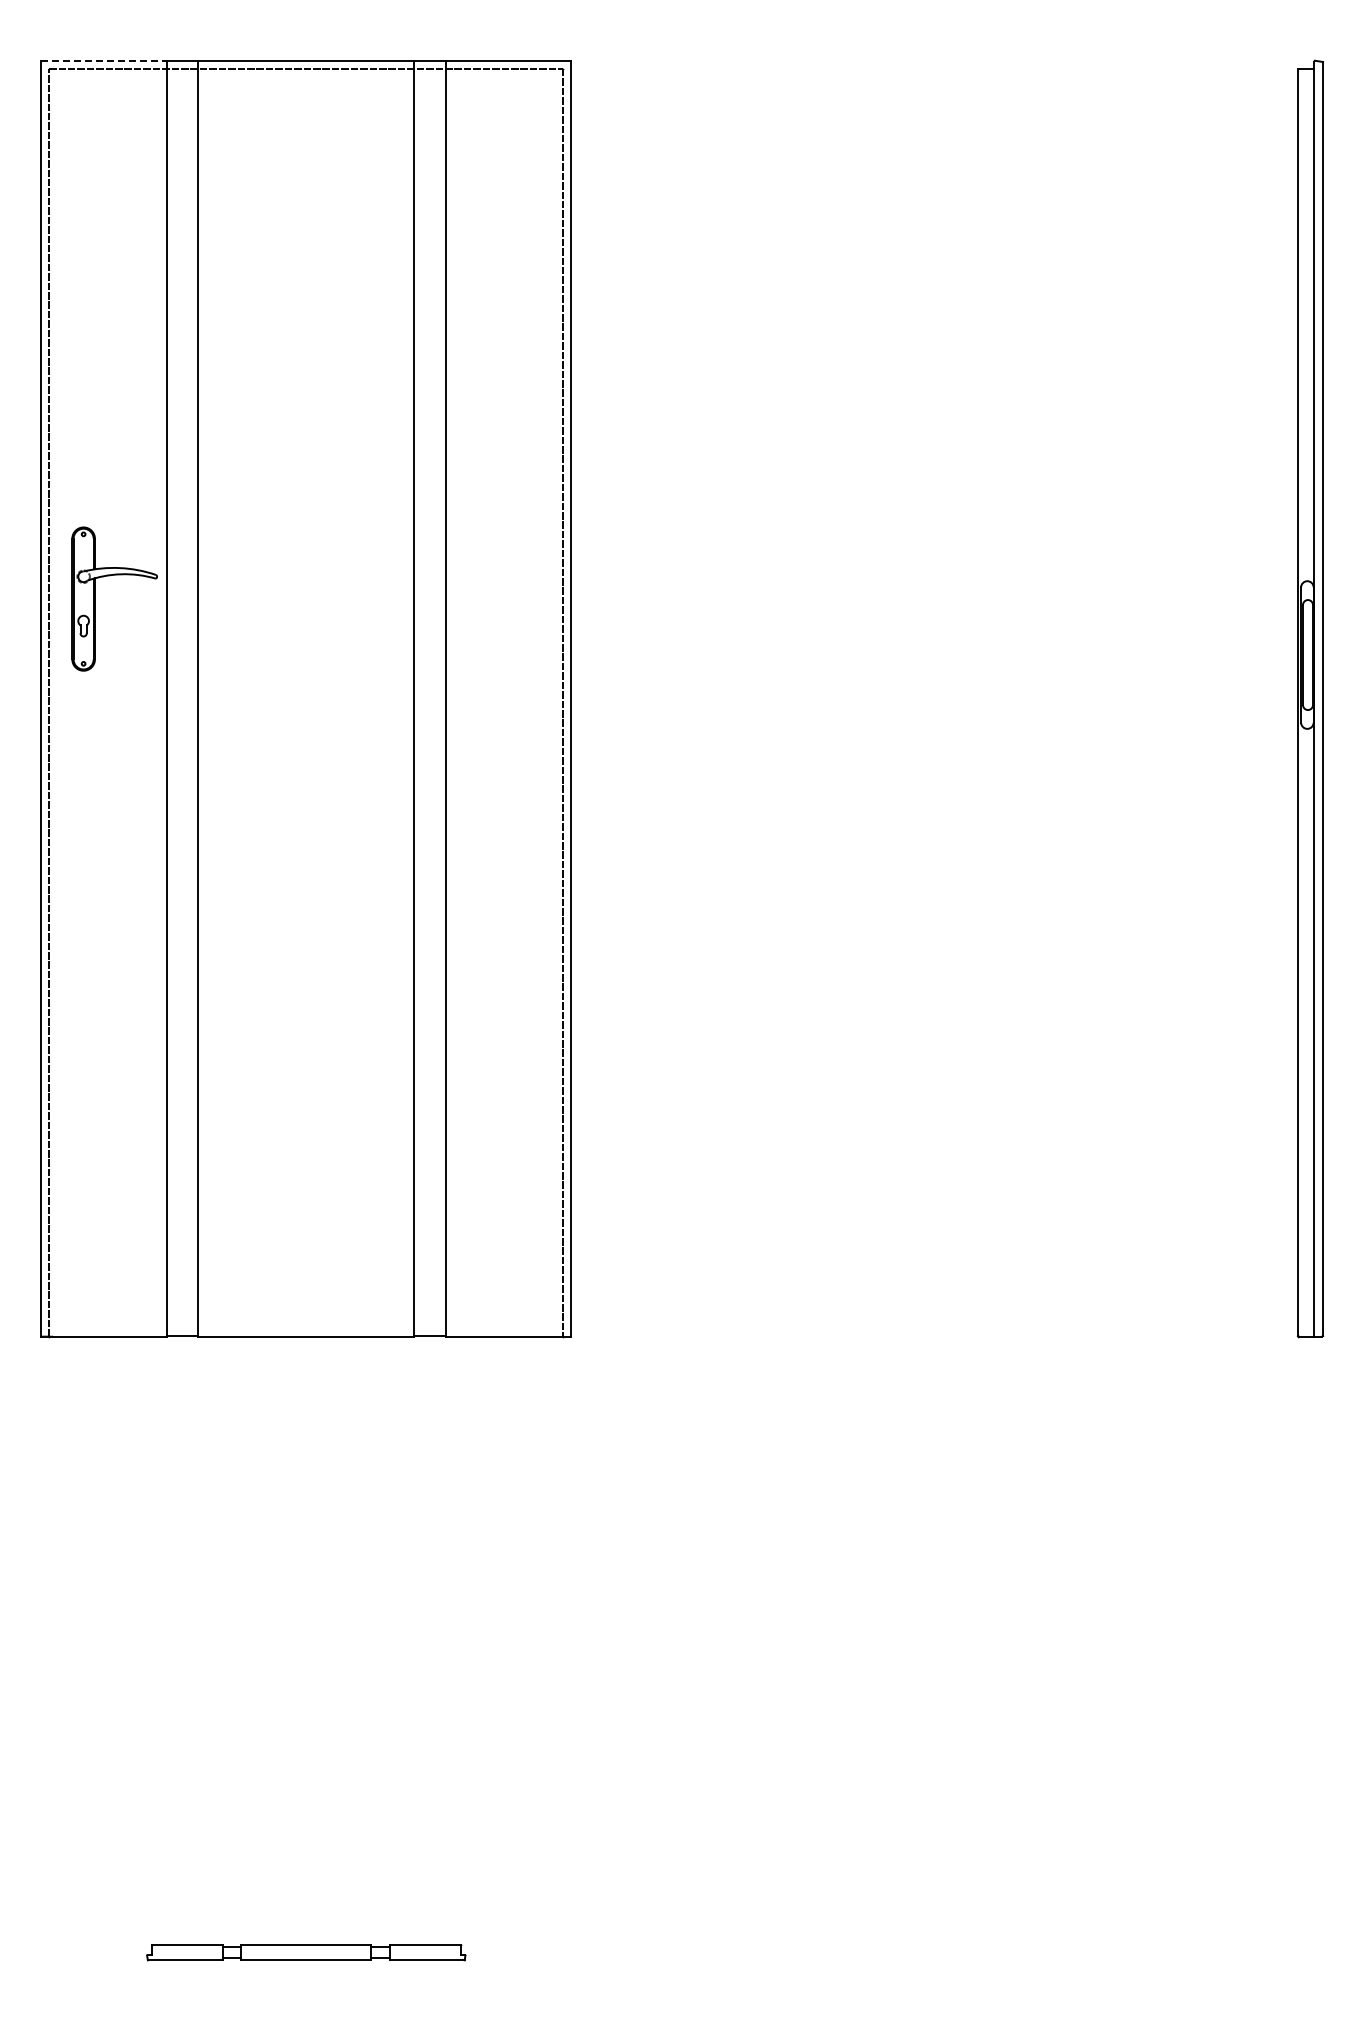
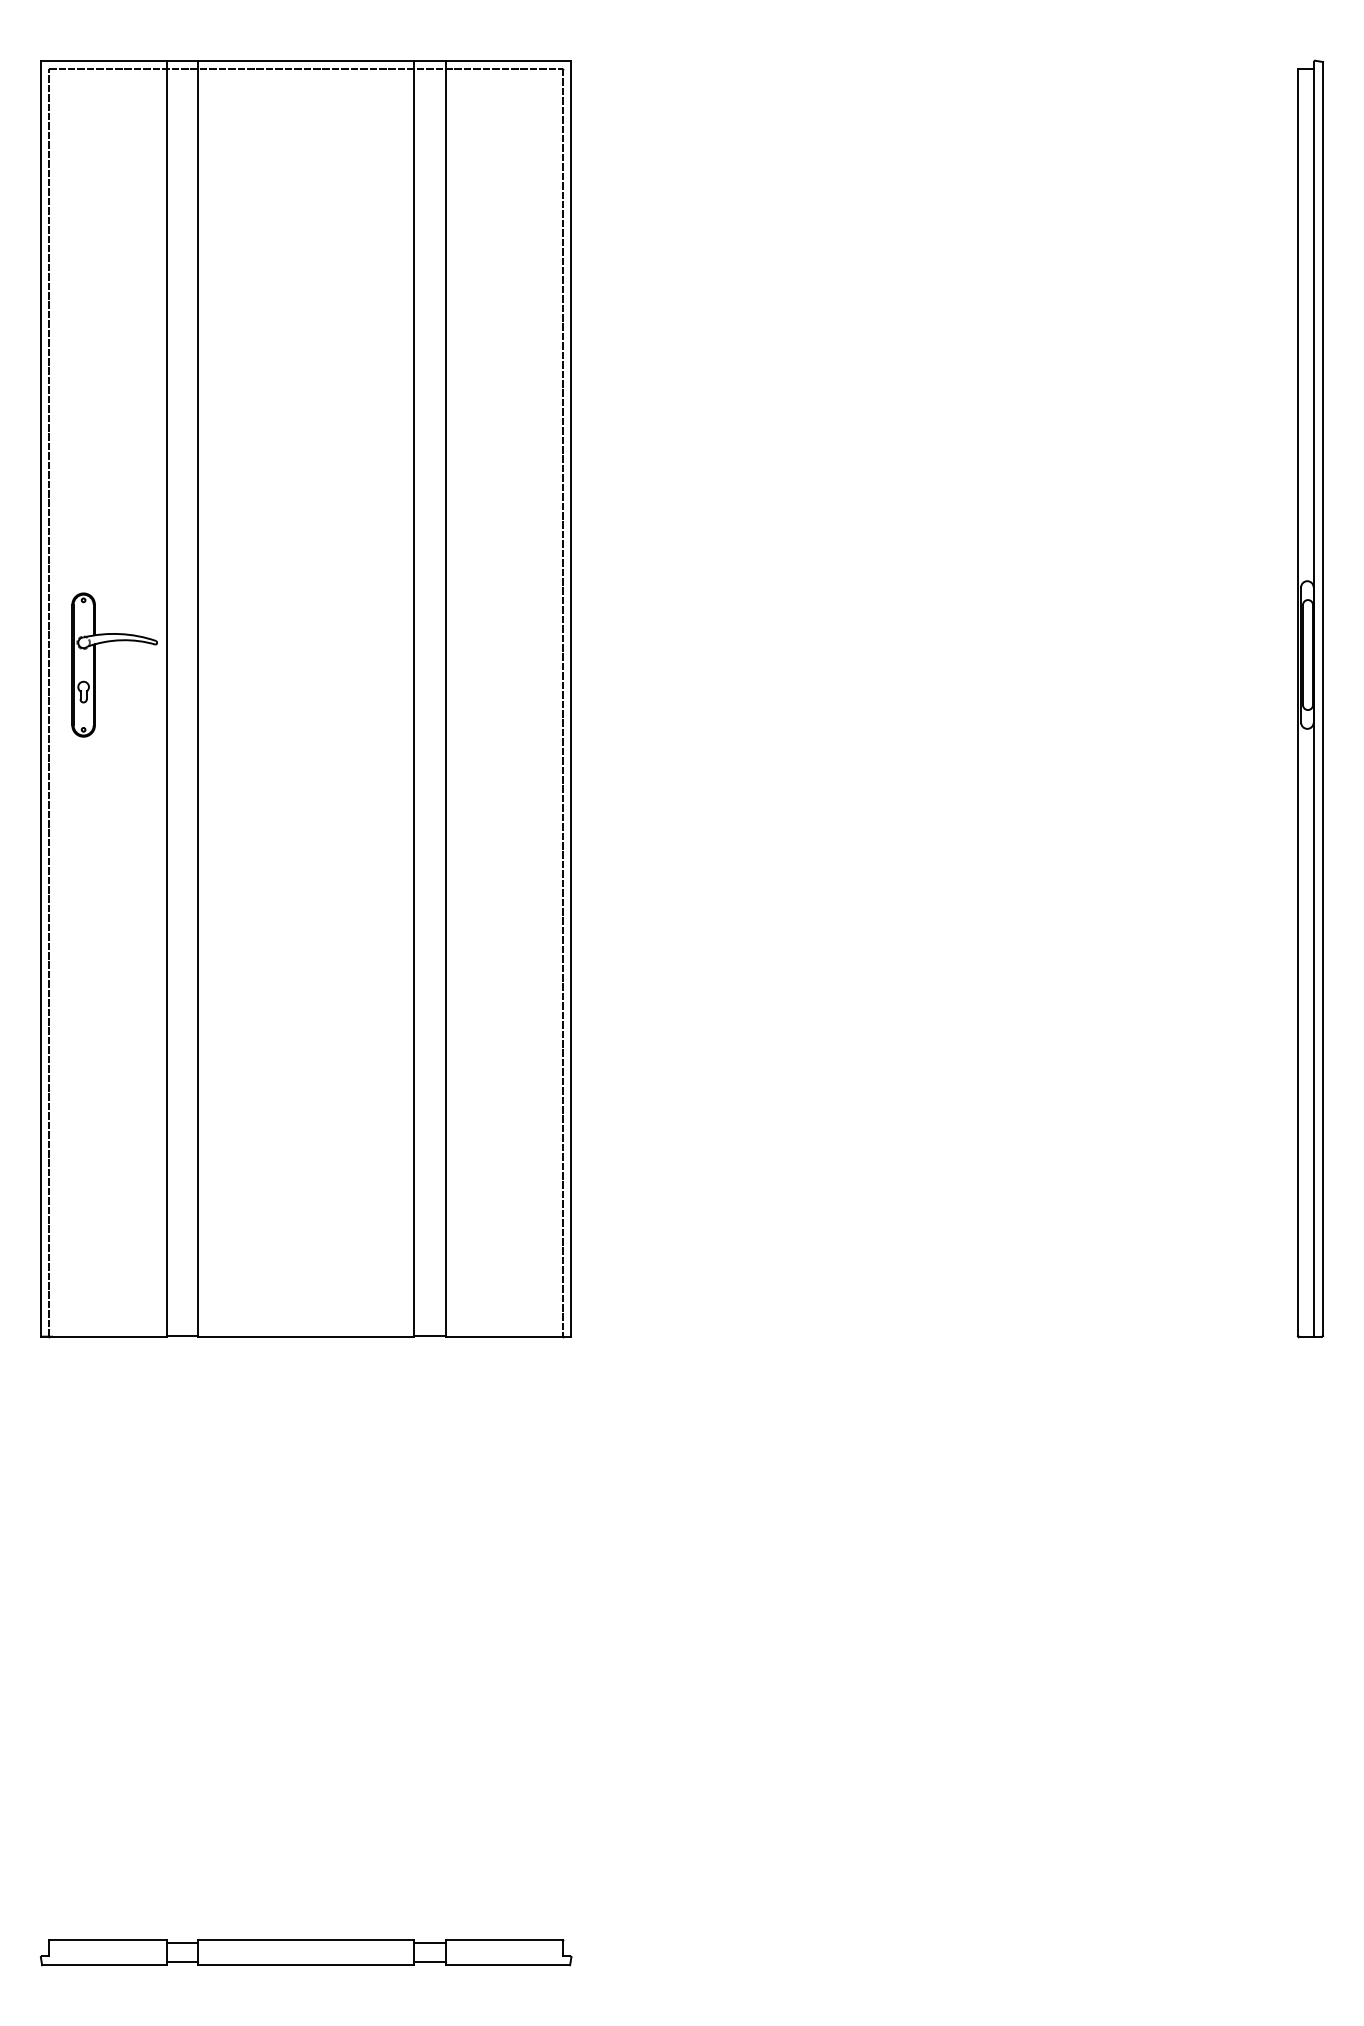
line at (103, 60): dashed -> solid
part at (95, 598) position: (95, 598) -> (95, 664)
part at (306, 1952) size: 321x18 px -> 533x28 px
